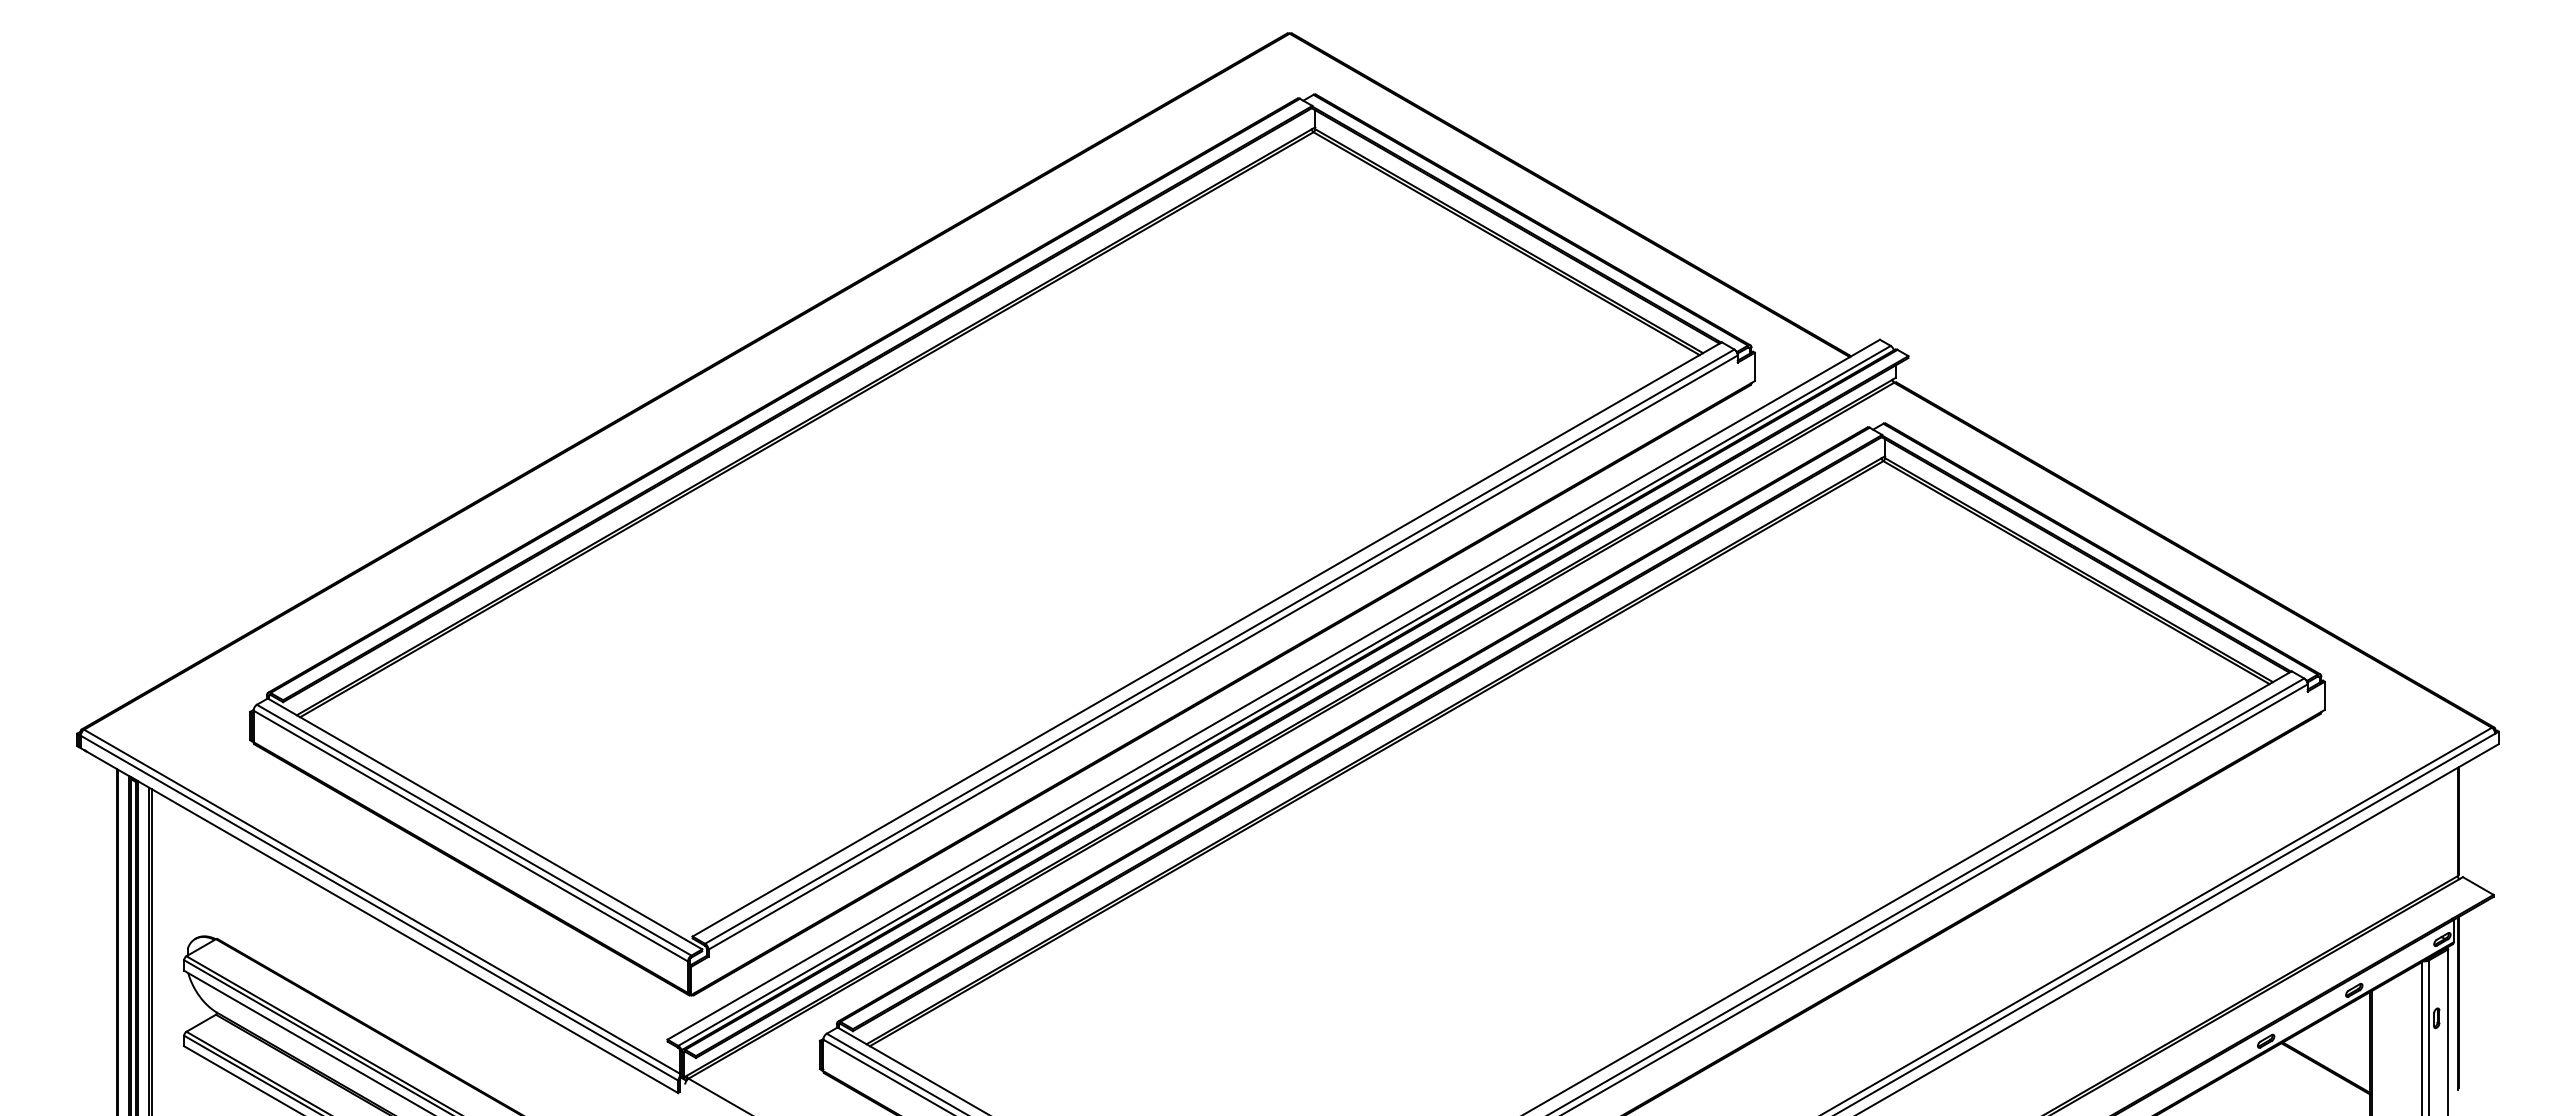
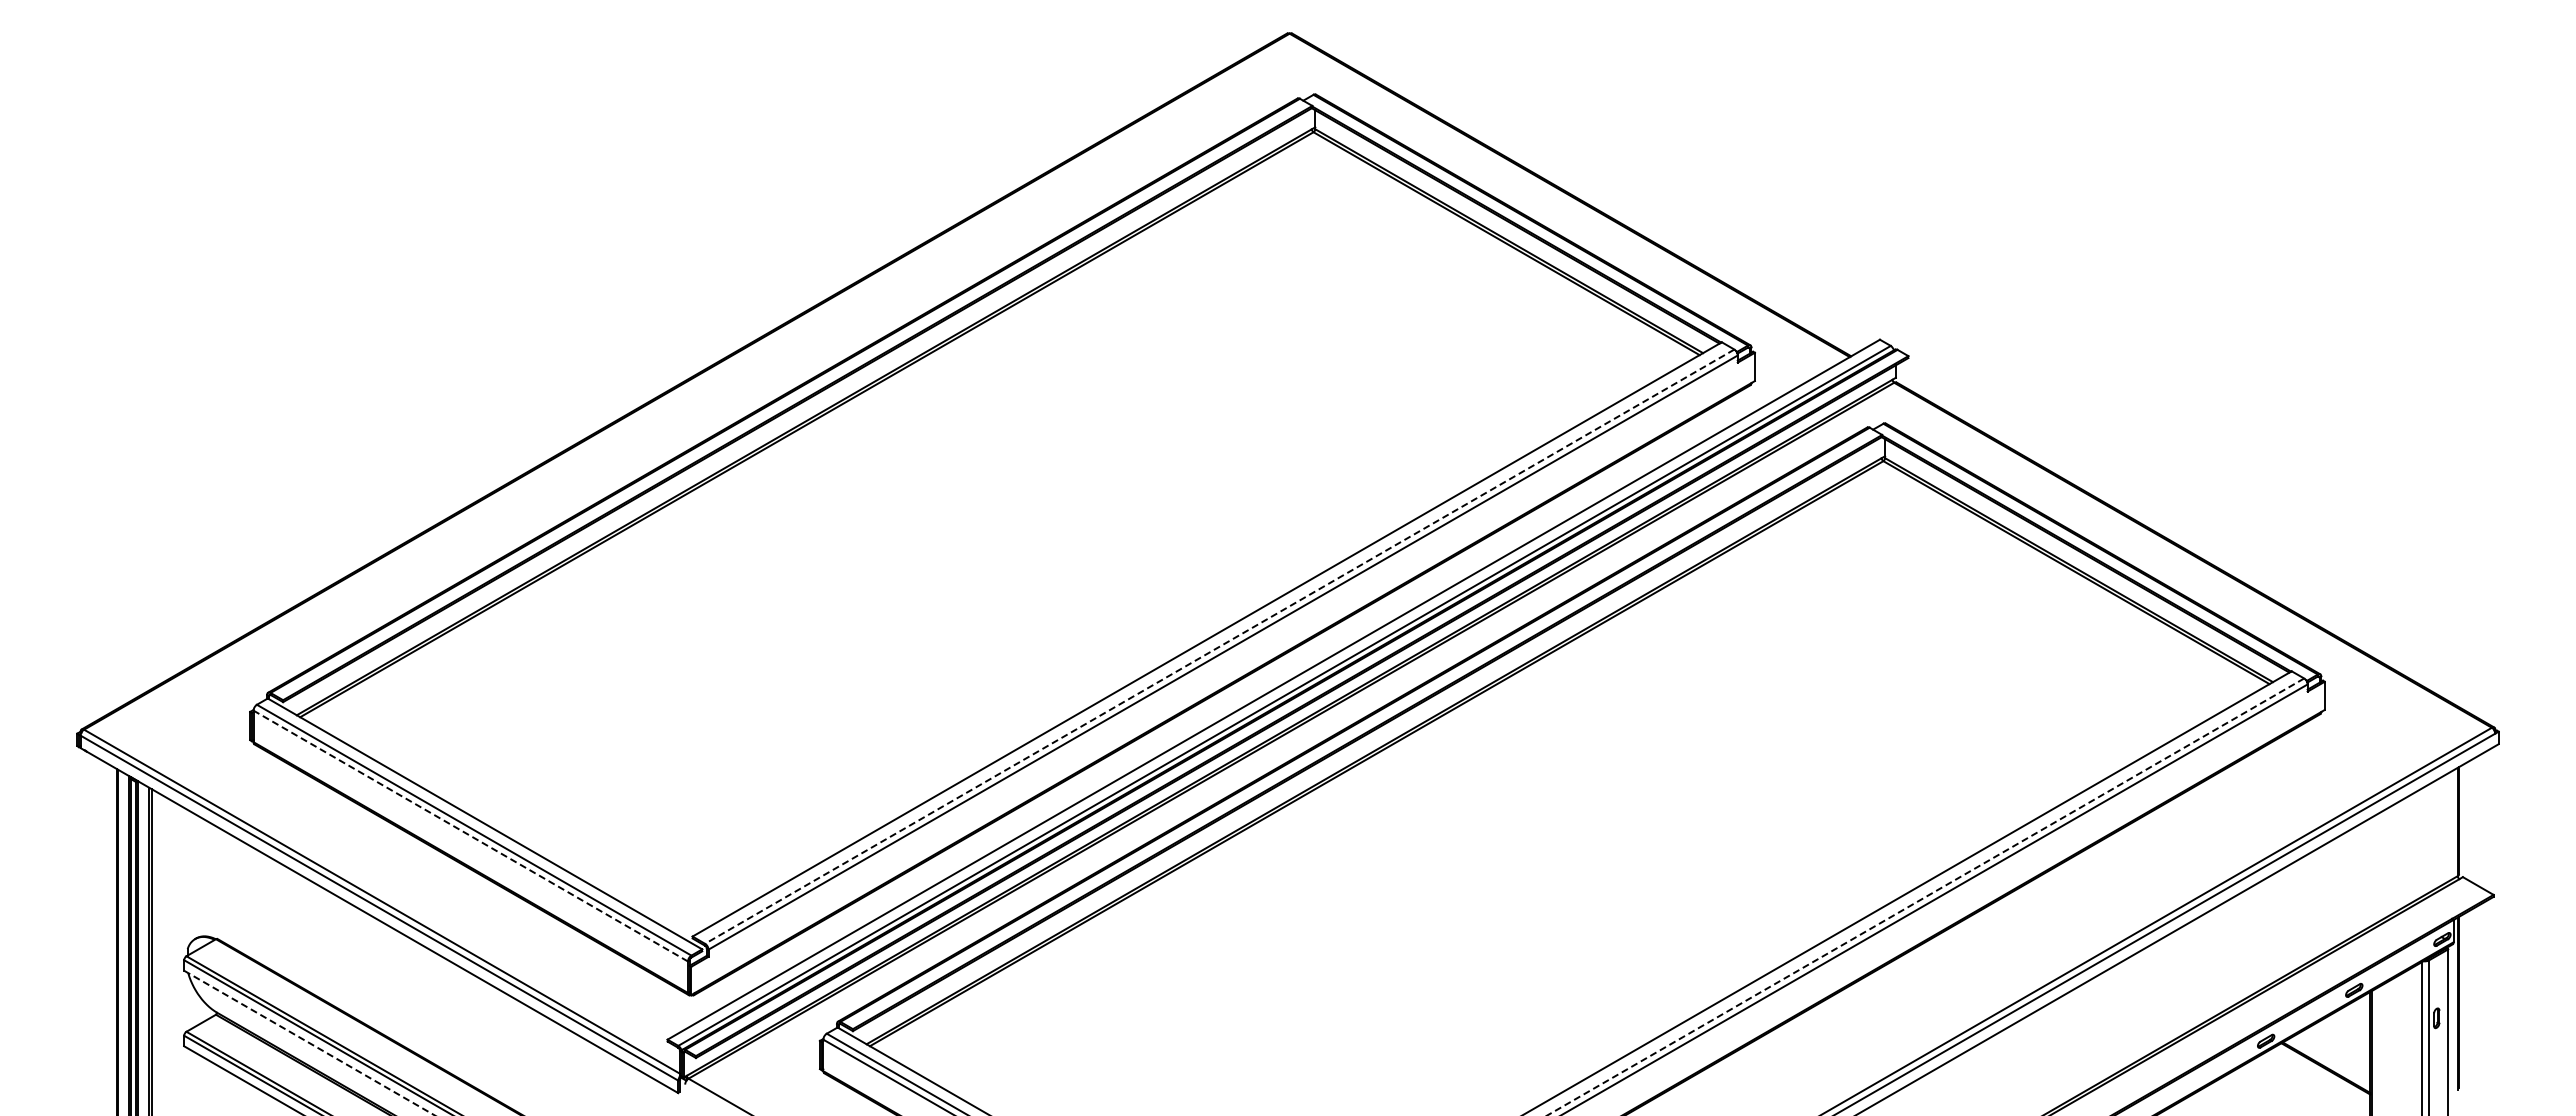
line at (1219, 646): solid -> dashed
line at (470, 836): solid -> dashed
line at (1925, 897): solid -> dashed
line at (309, 1043): solid -> dashed
